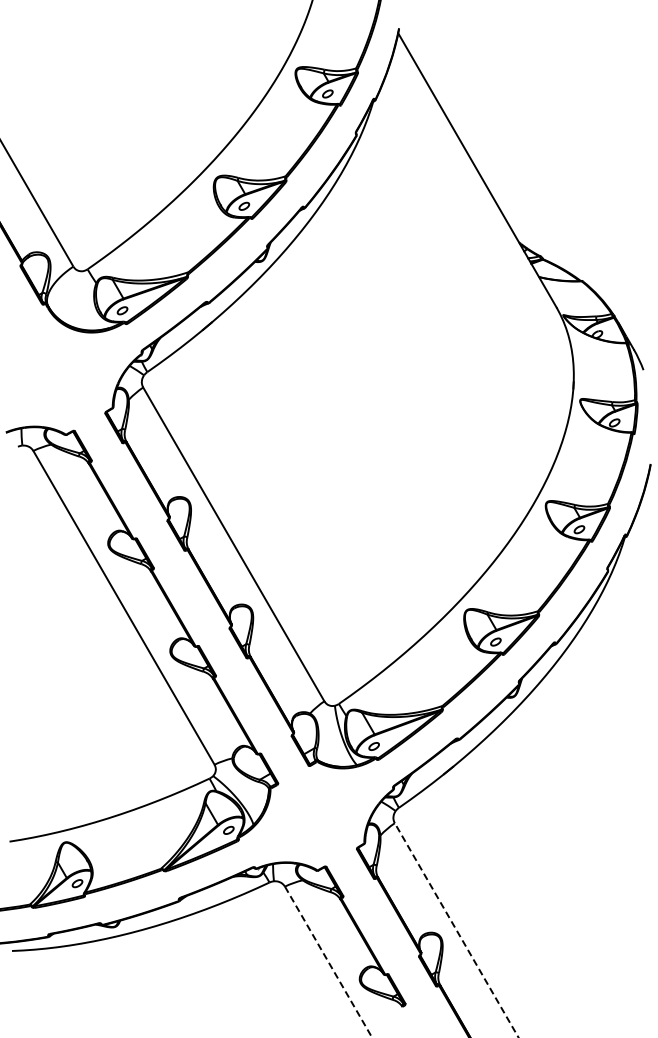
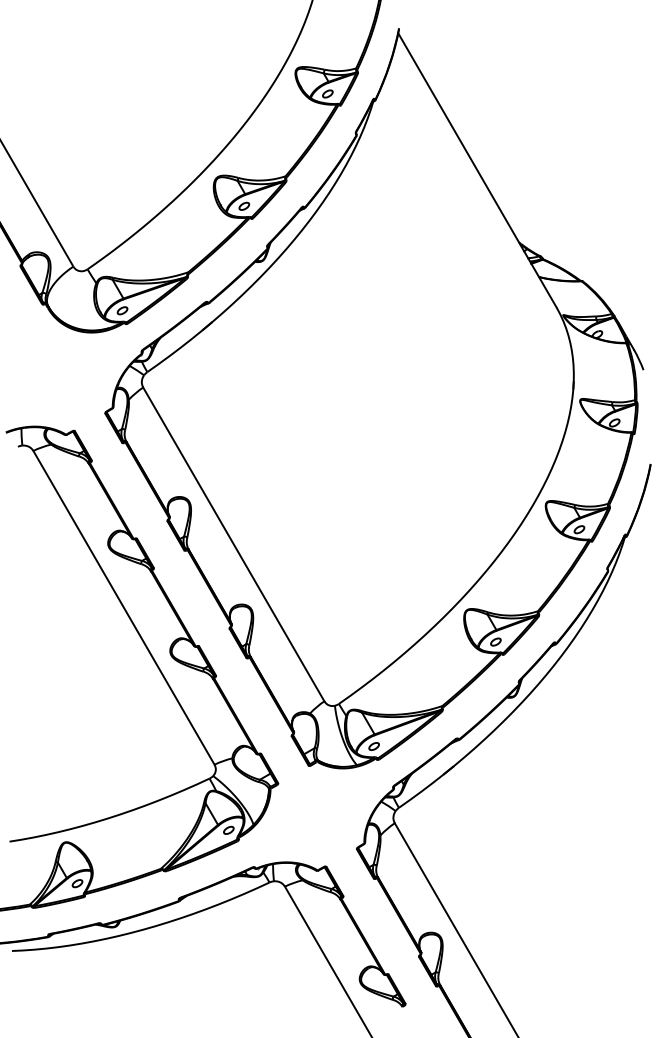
line at (456, 930): dashed -> solid
line at (328, 962): dashed -> solid
